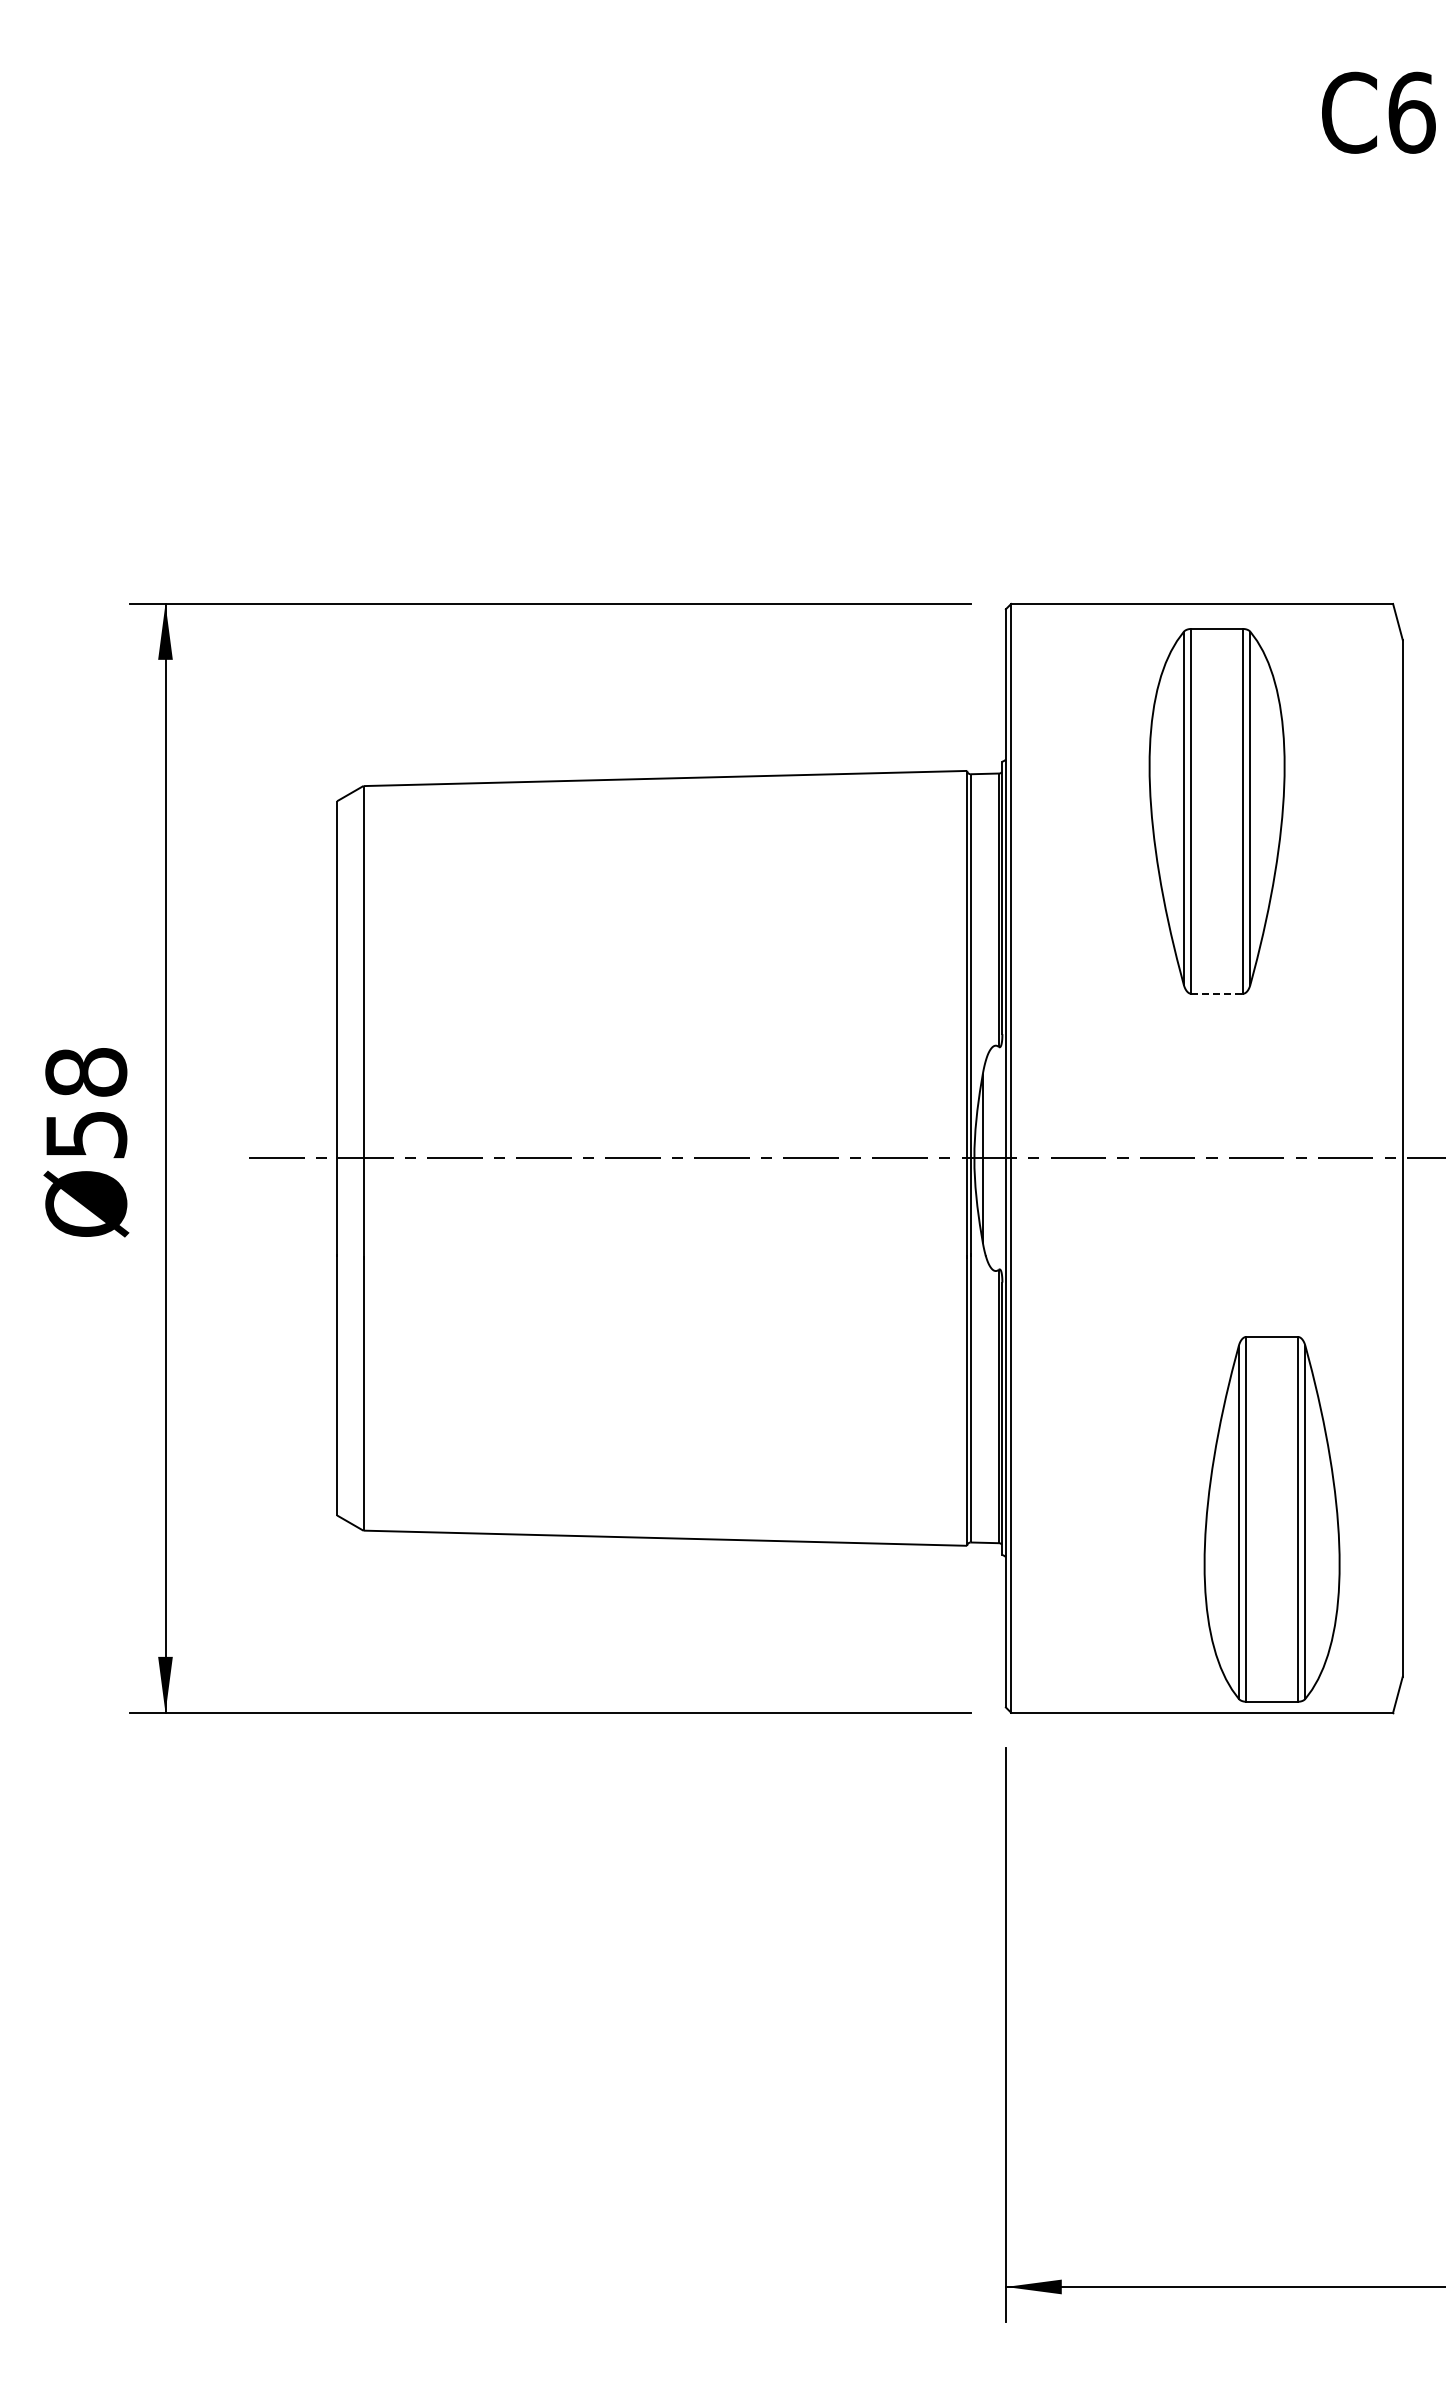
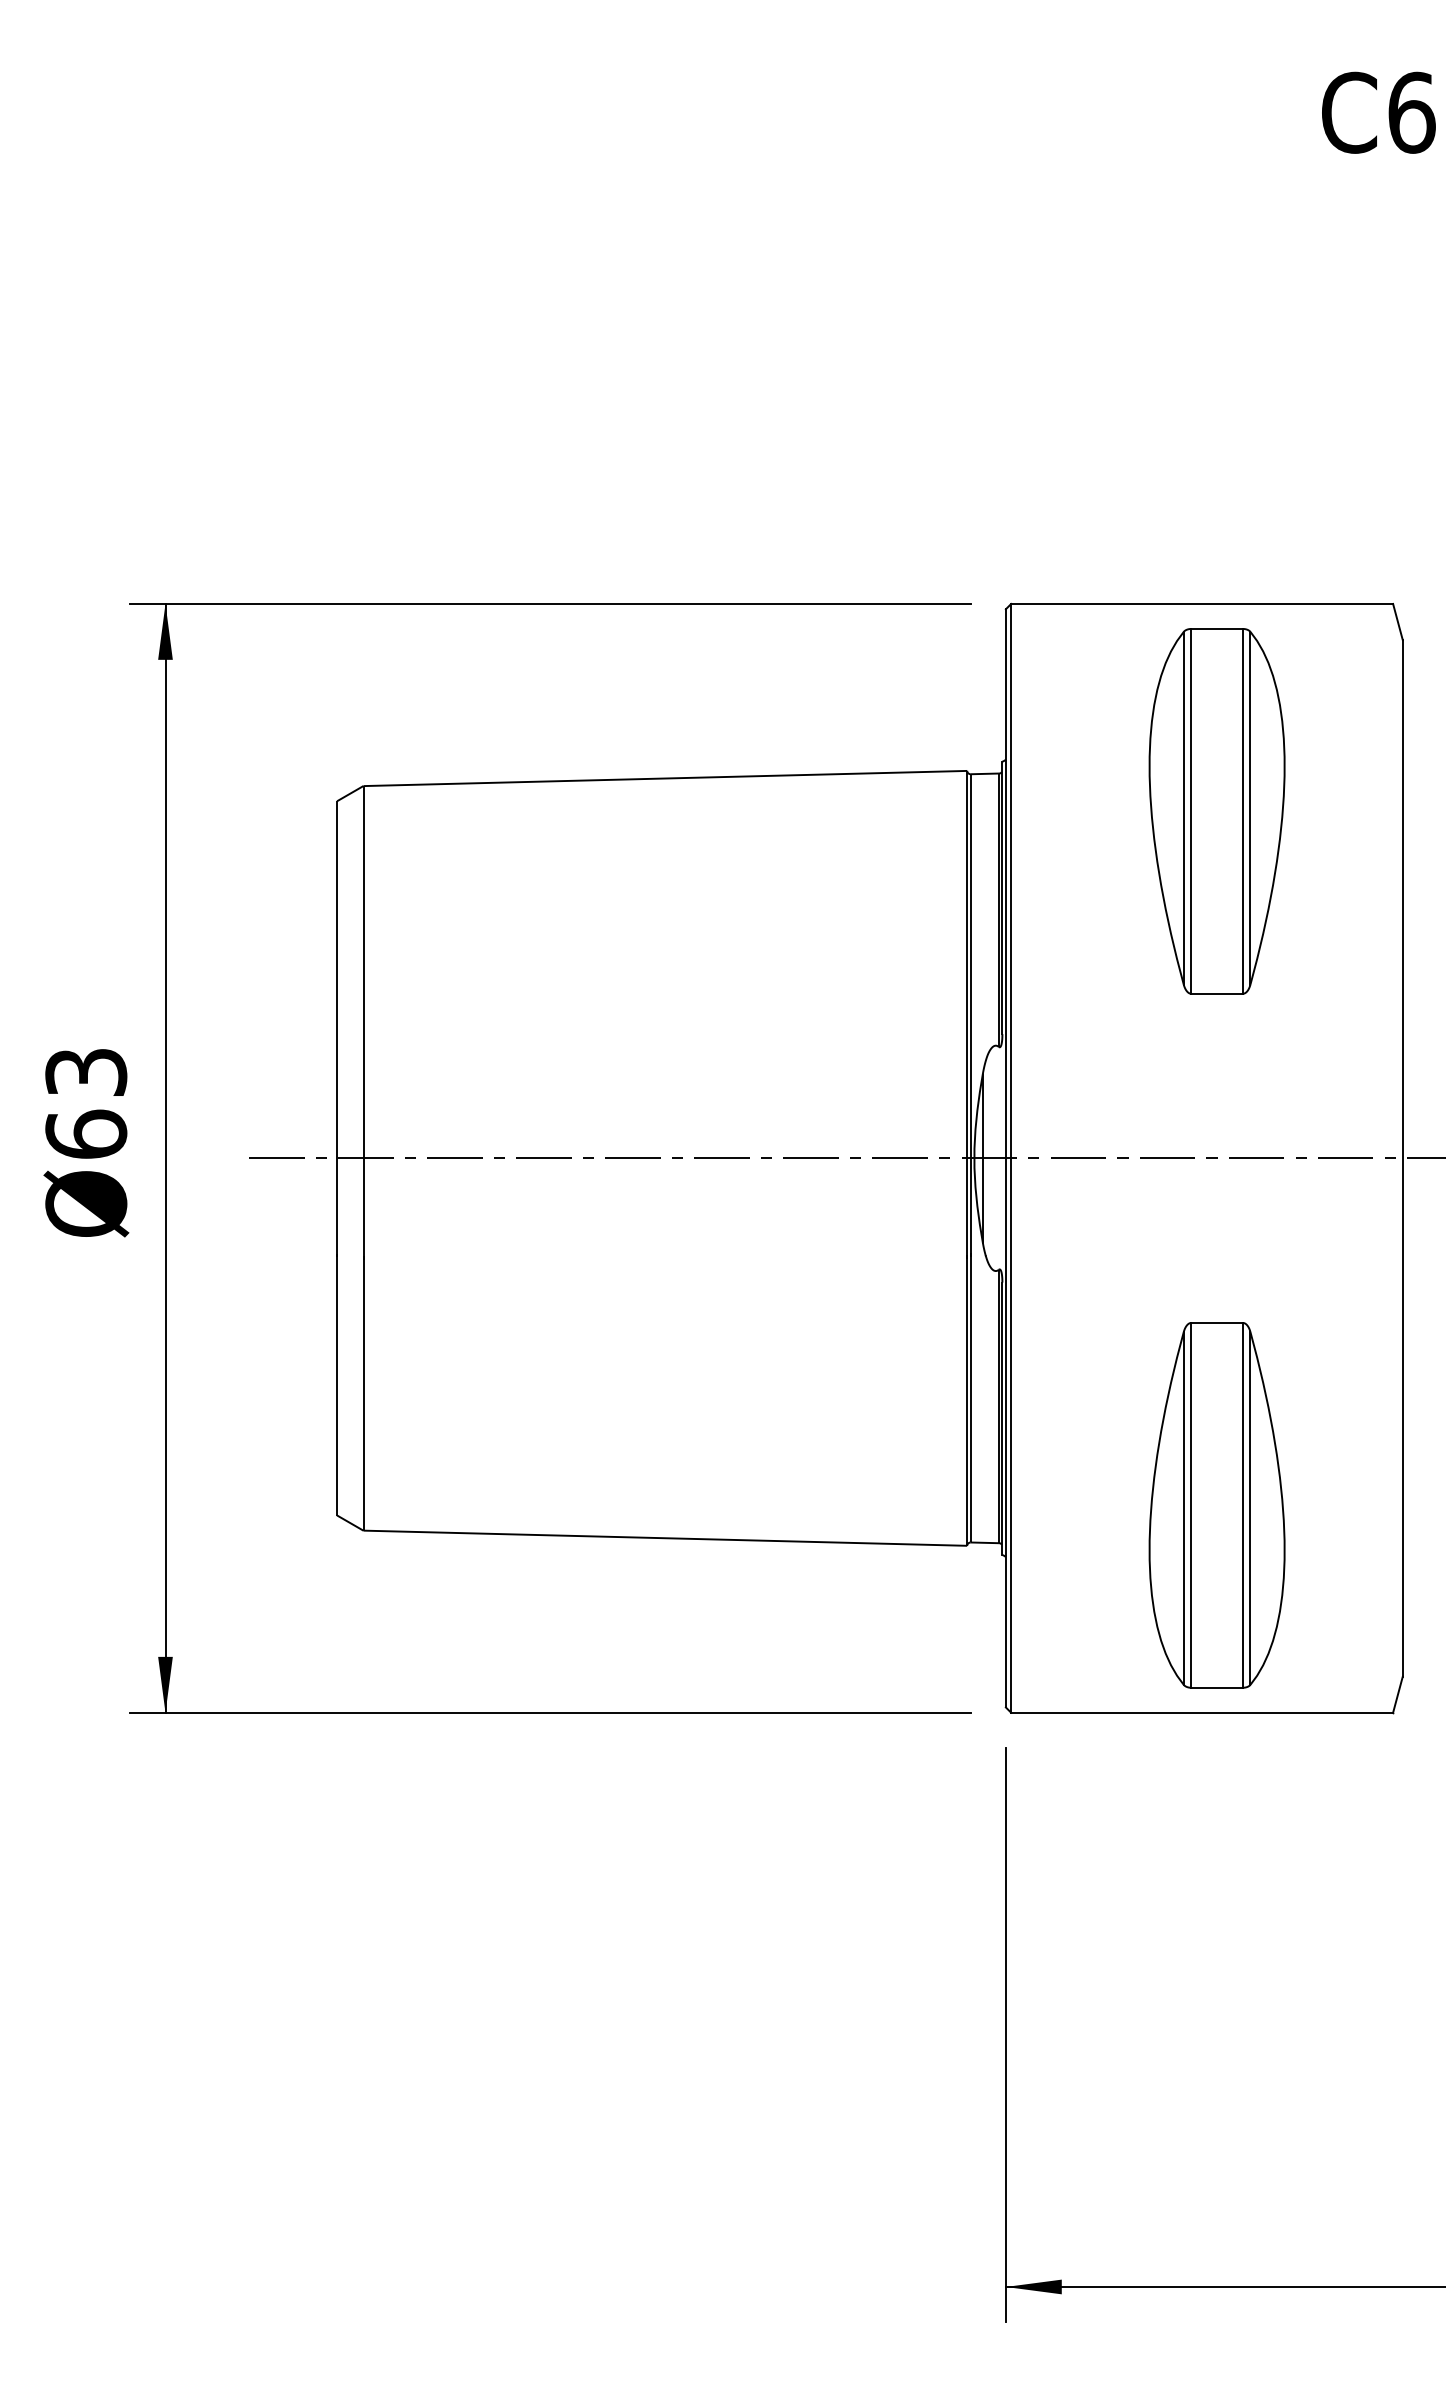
line at (1217, 993): dashed -> solid
text at (86, 1103): Ø58 -> Ø63
part at (1271, 1519) position: (1271, 1519) -> (1216, 1505)
